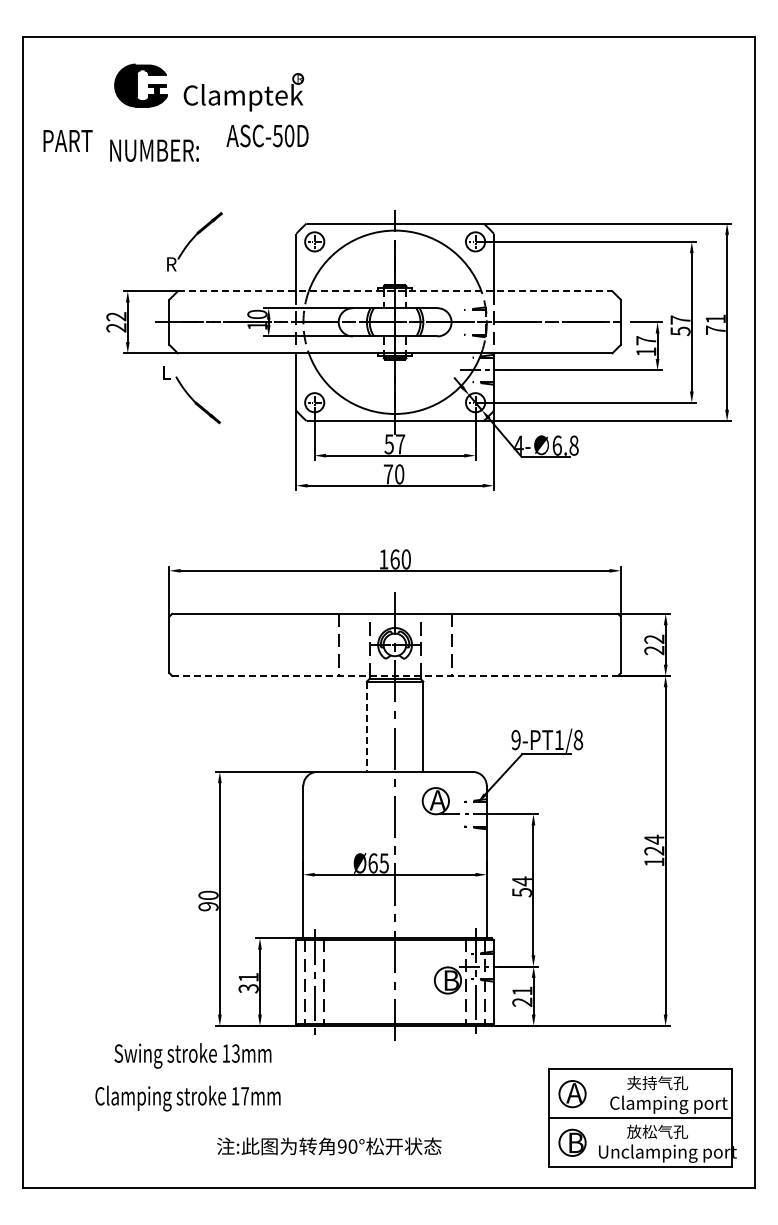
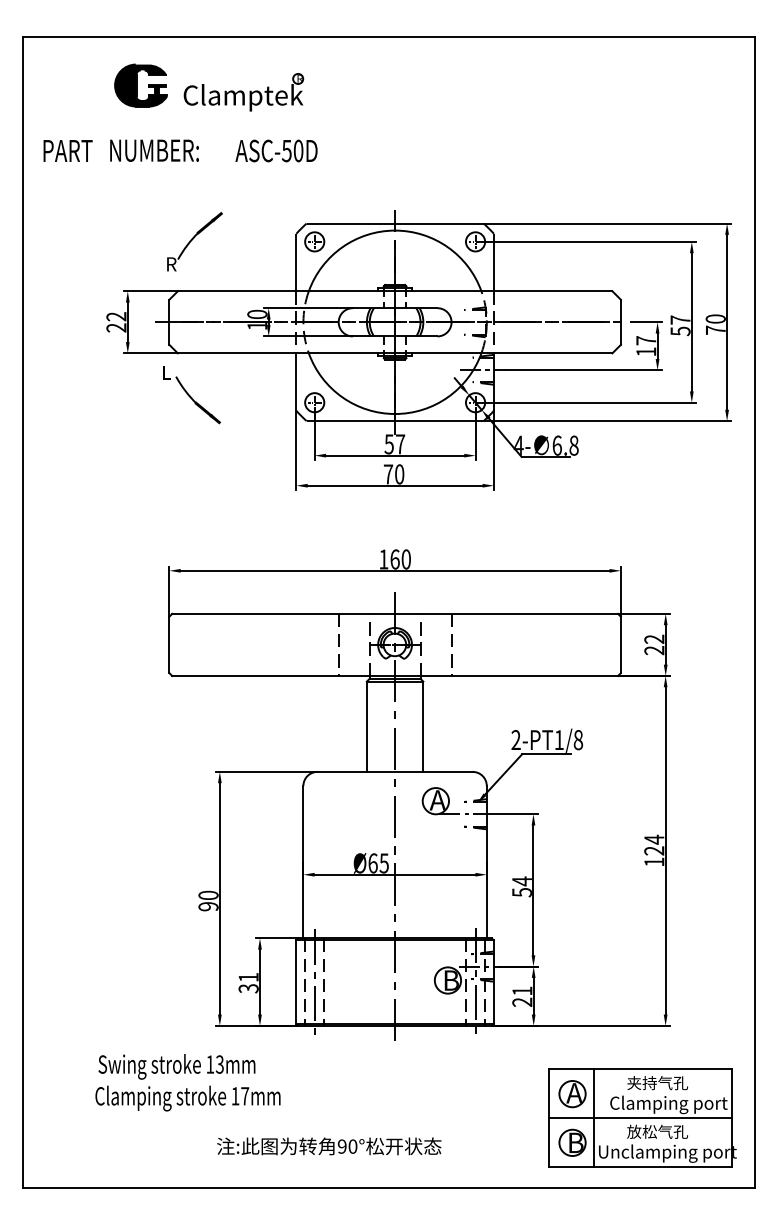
text at (267, 135) position: (267, 135) -> (276, 150)
text at (67, 140) position: (67, 140) -> (67, 150)
line at (395, 291): dashed -> solid
text at (715, 318): 71 -> 70
line at (395, 675): dashed -> solid
line at (366, 727): dashed -> solid
text at (515, 740): 9-PT1/8 -> 2-PT1/8
text at (192, 1055) position: (192, 1055) -> (176, 1066)
line at (593, 1117): none -> present
